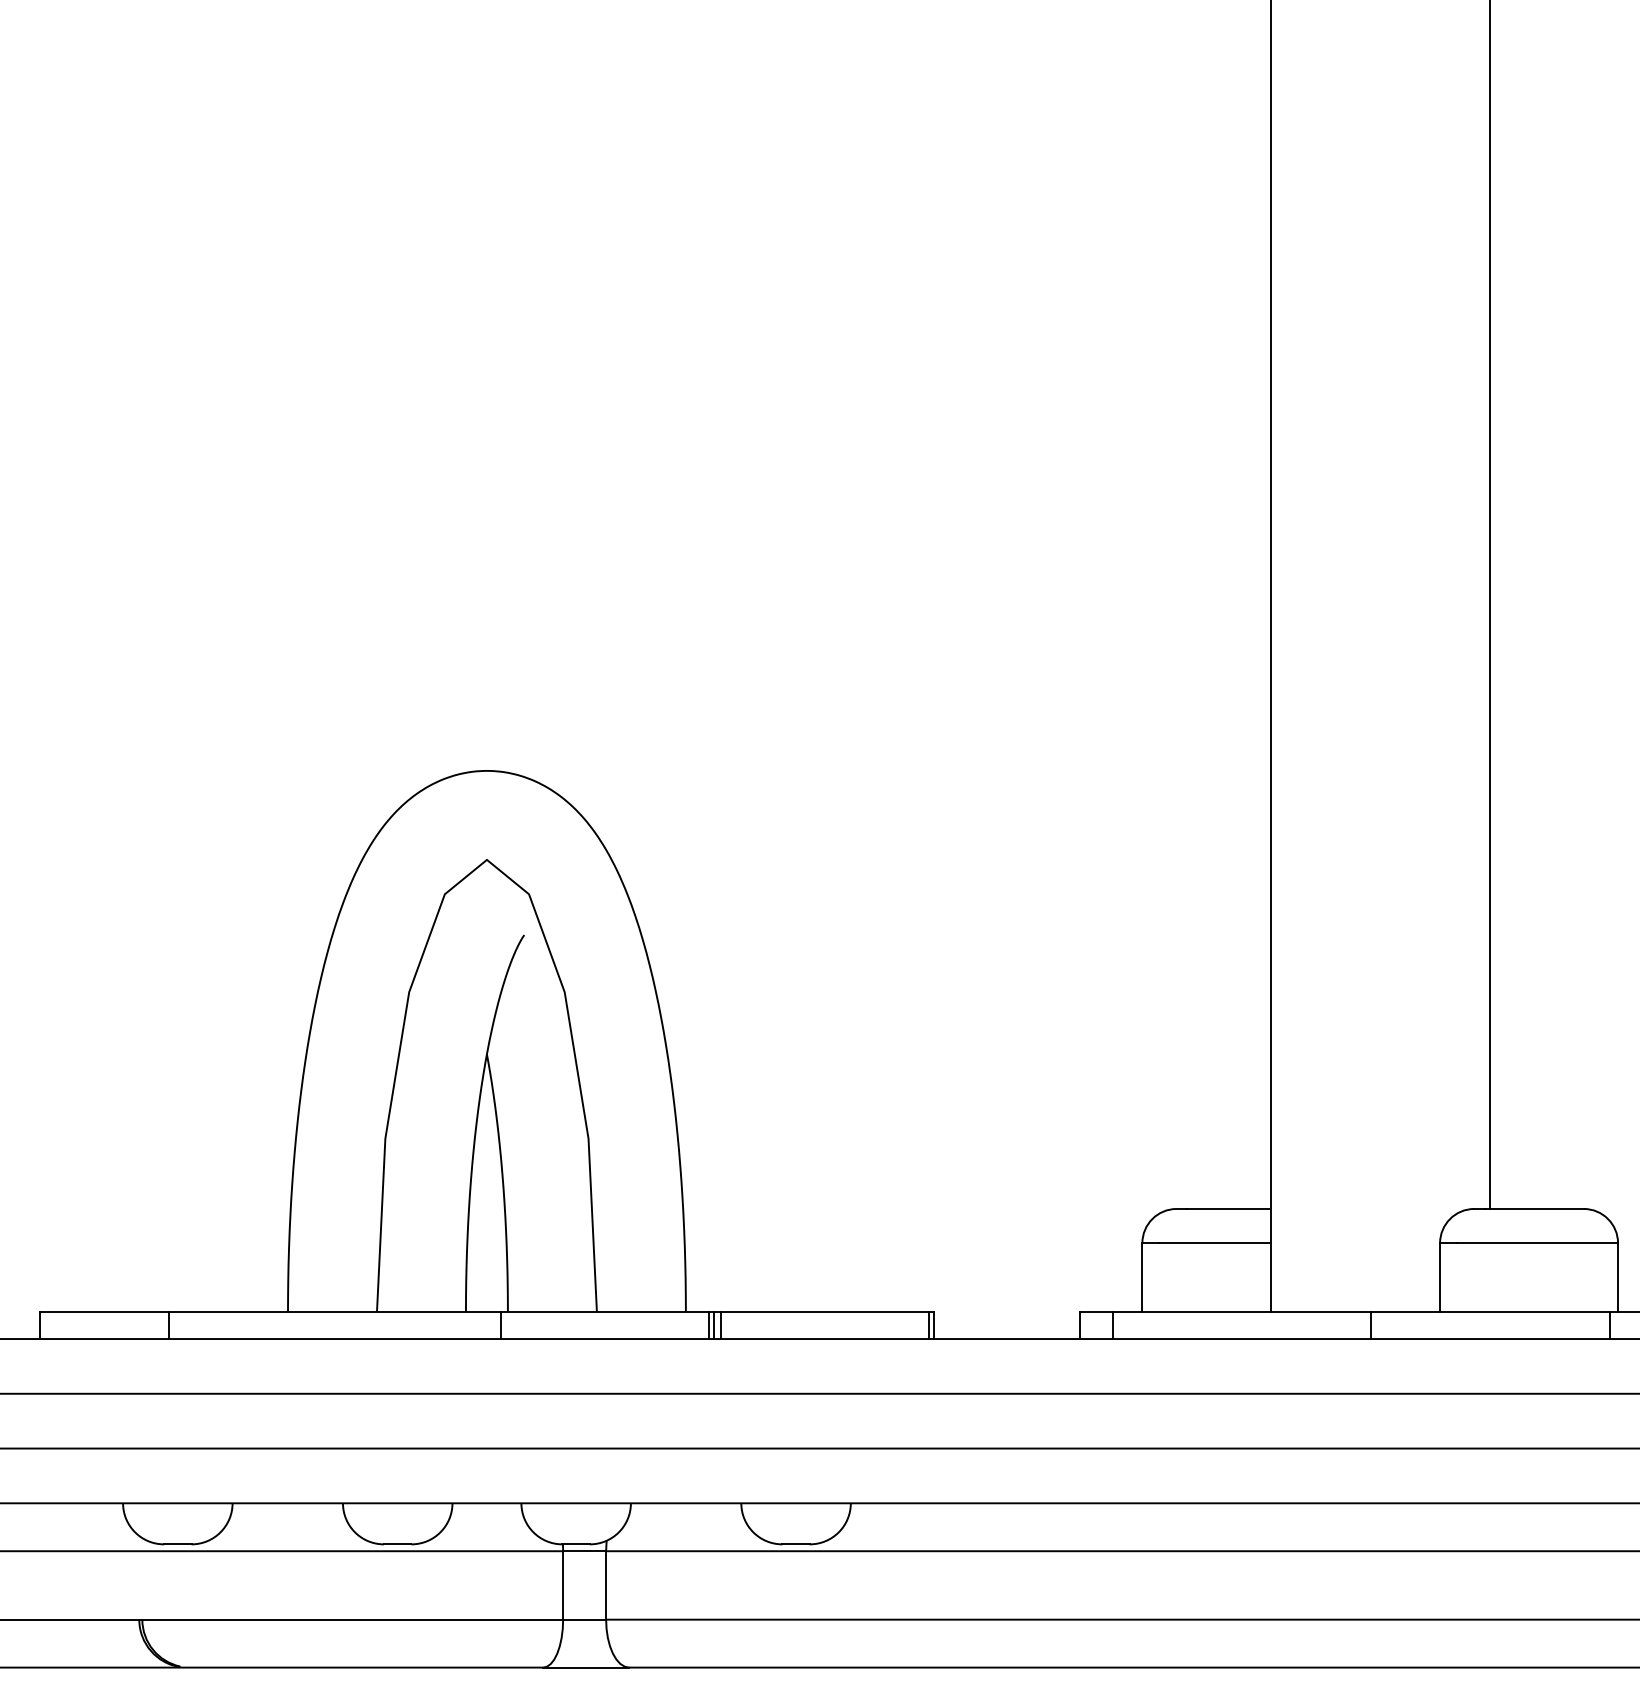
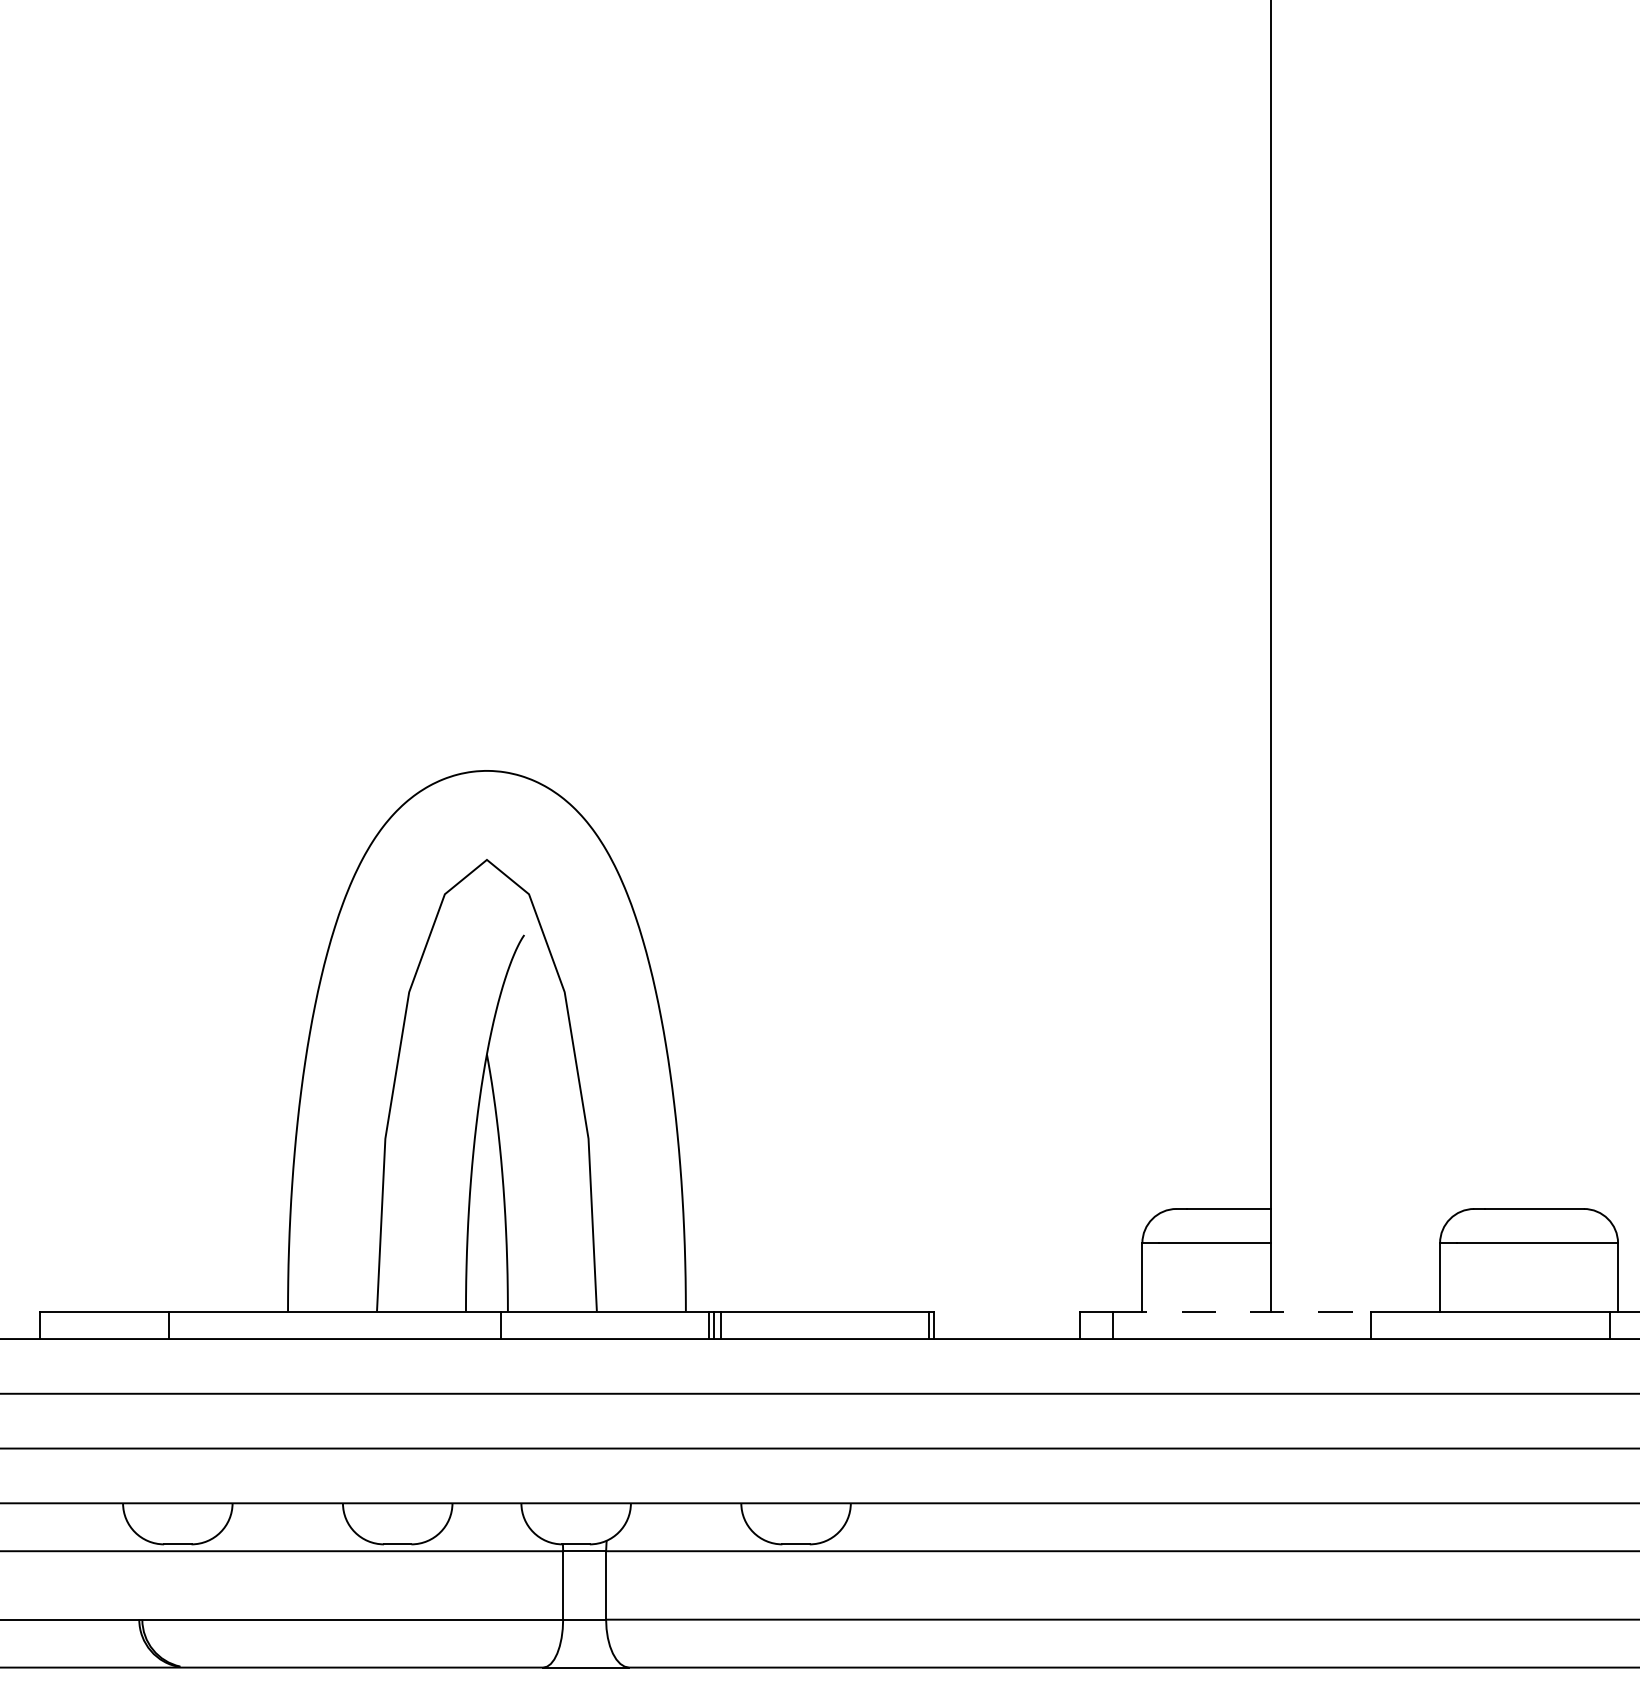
line at (1489, 605): present -> none
line at (1241, 1311): solid -> dashed
